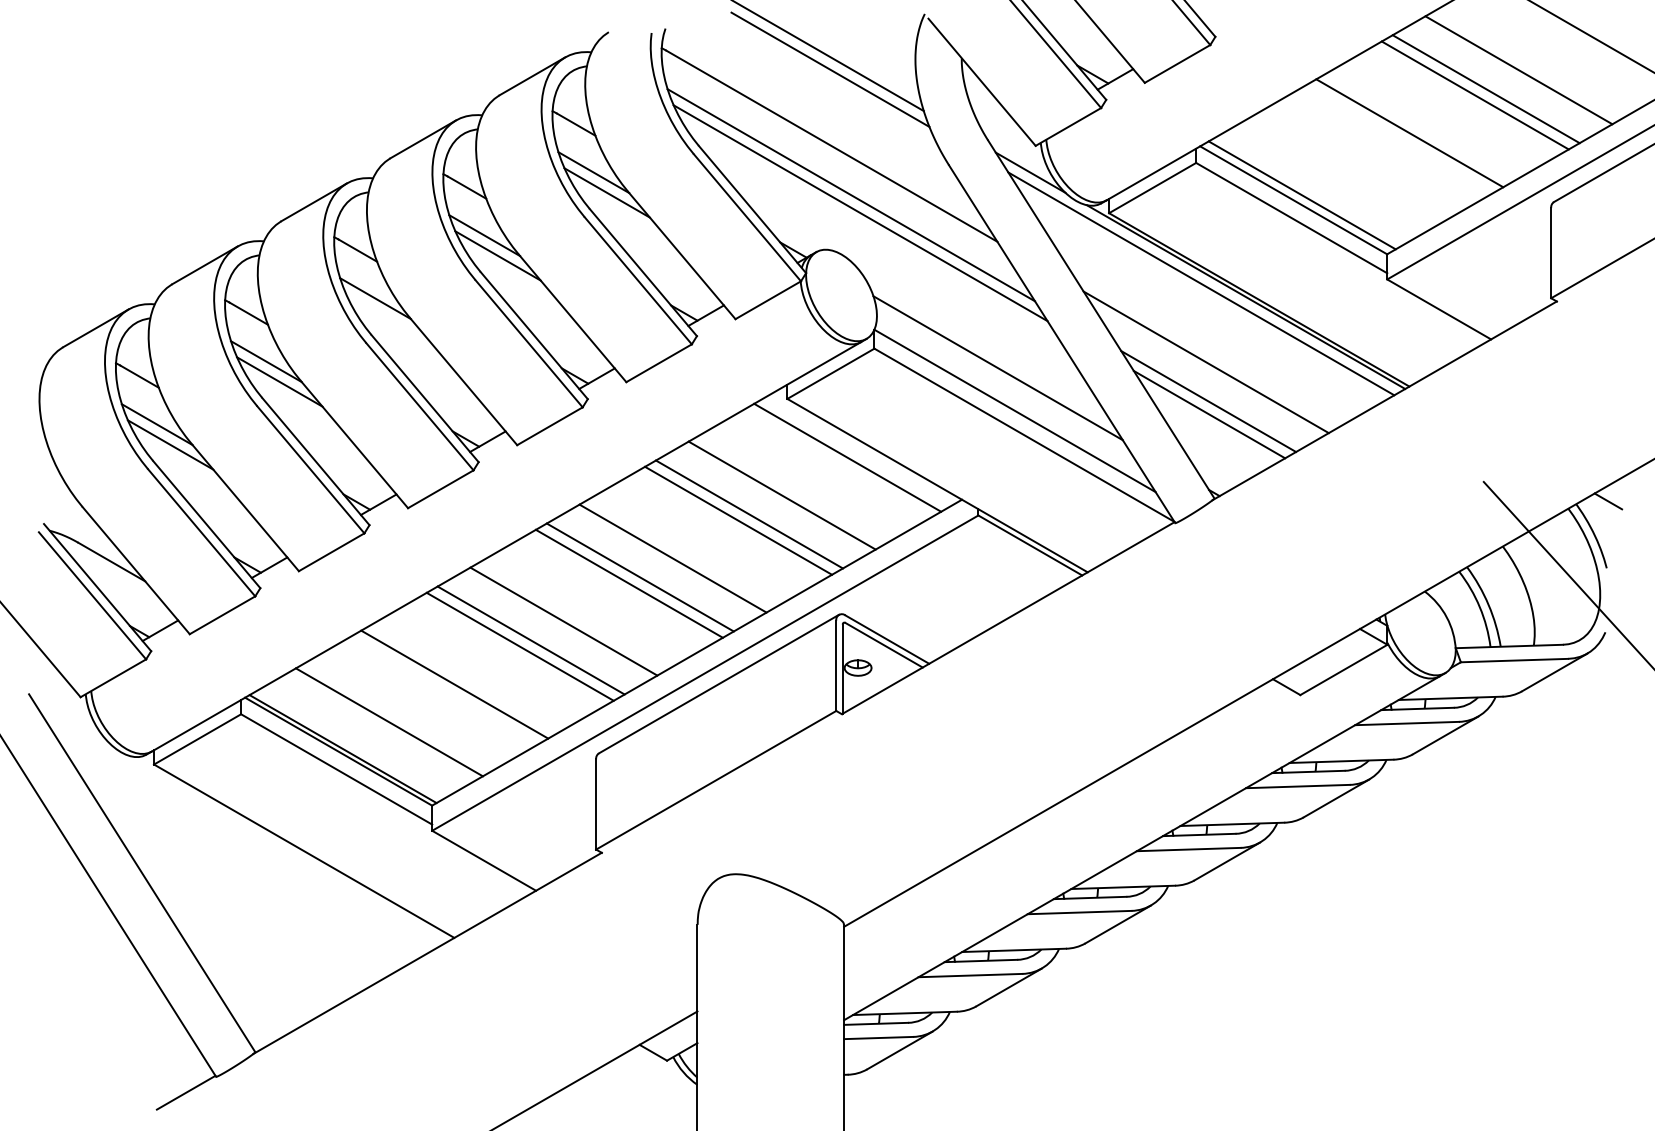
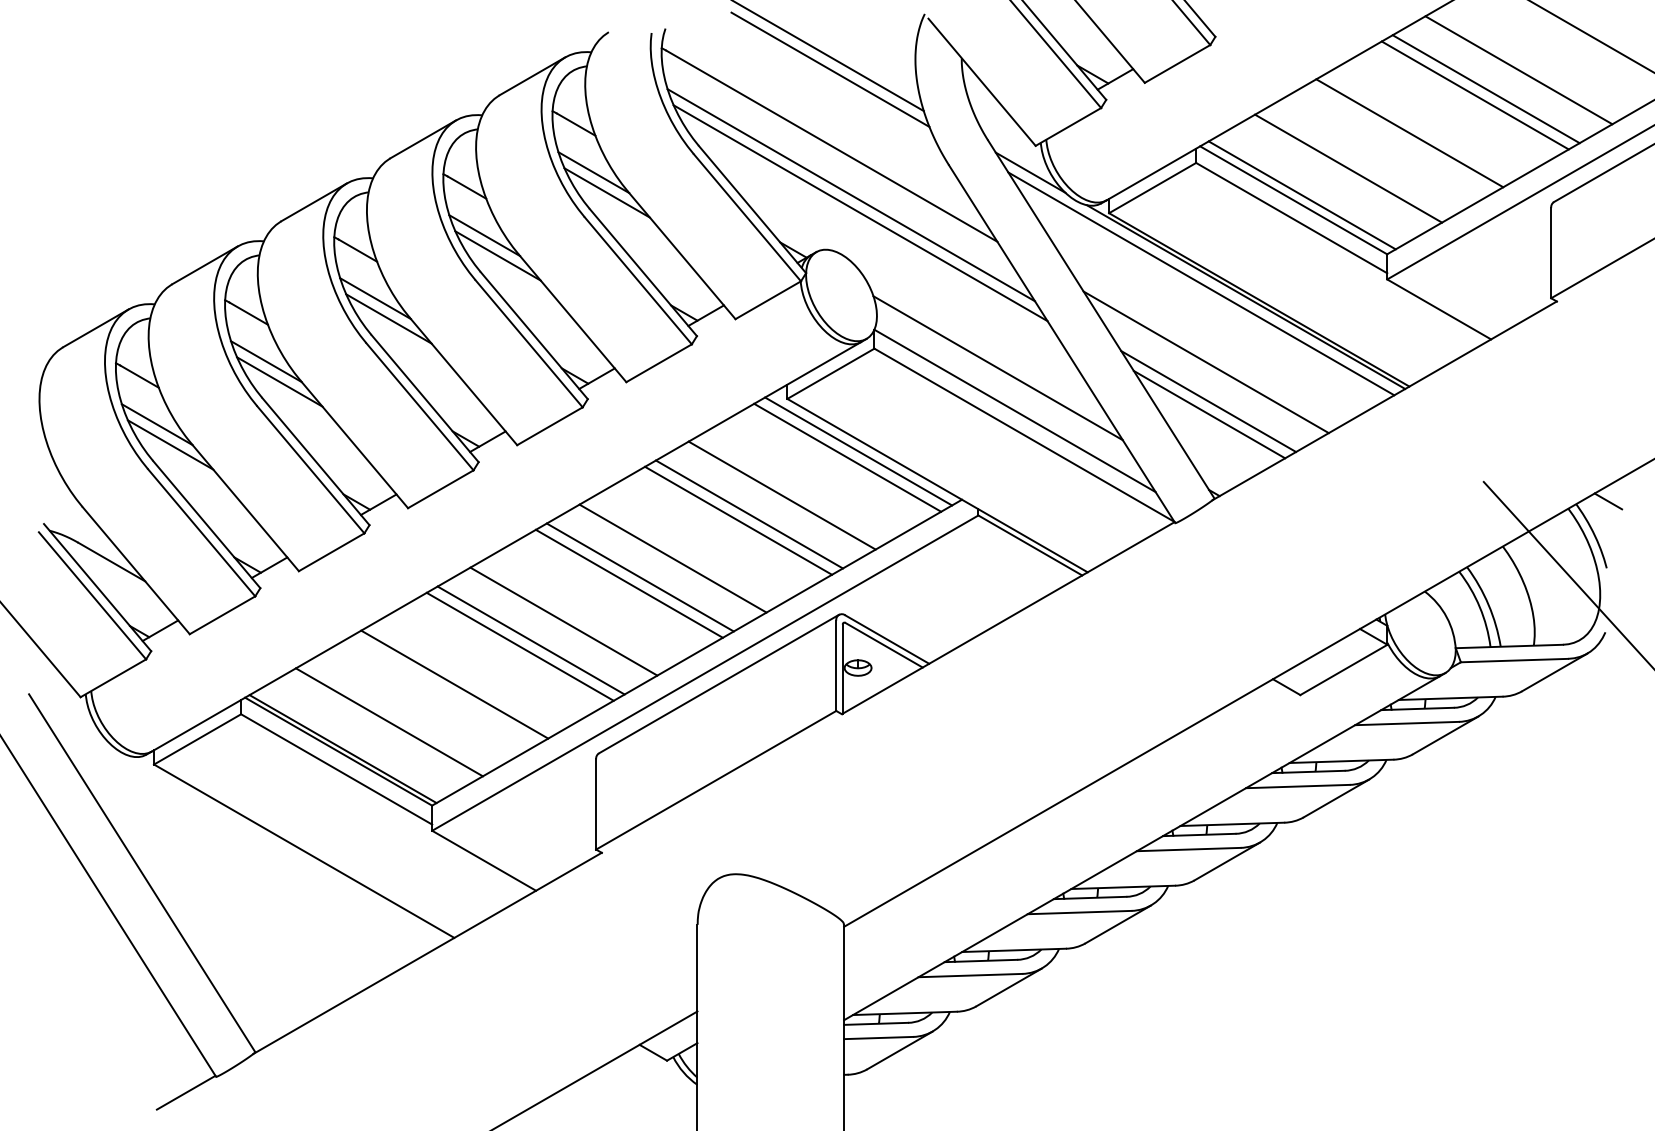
line at (1348, 168): none -> present
line at (388, 318): none -> present
line at (858, 451): none -> present
